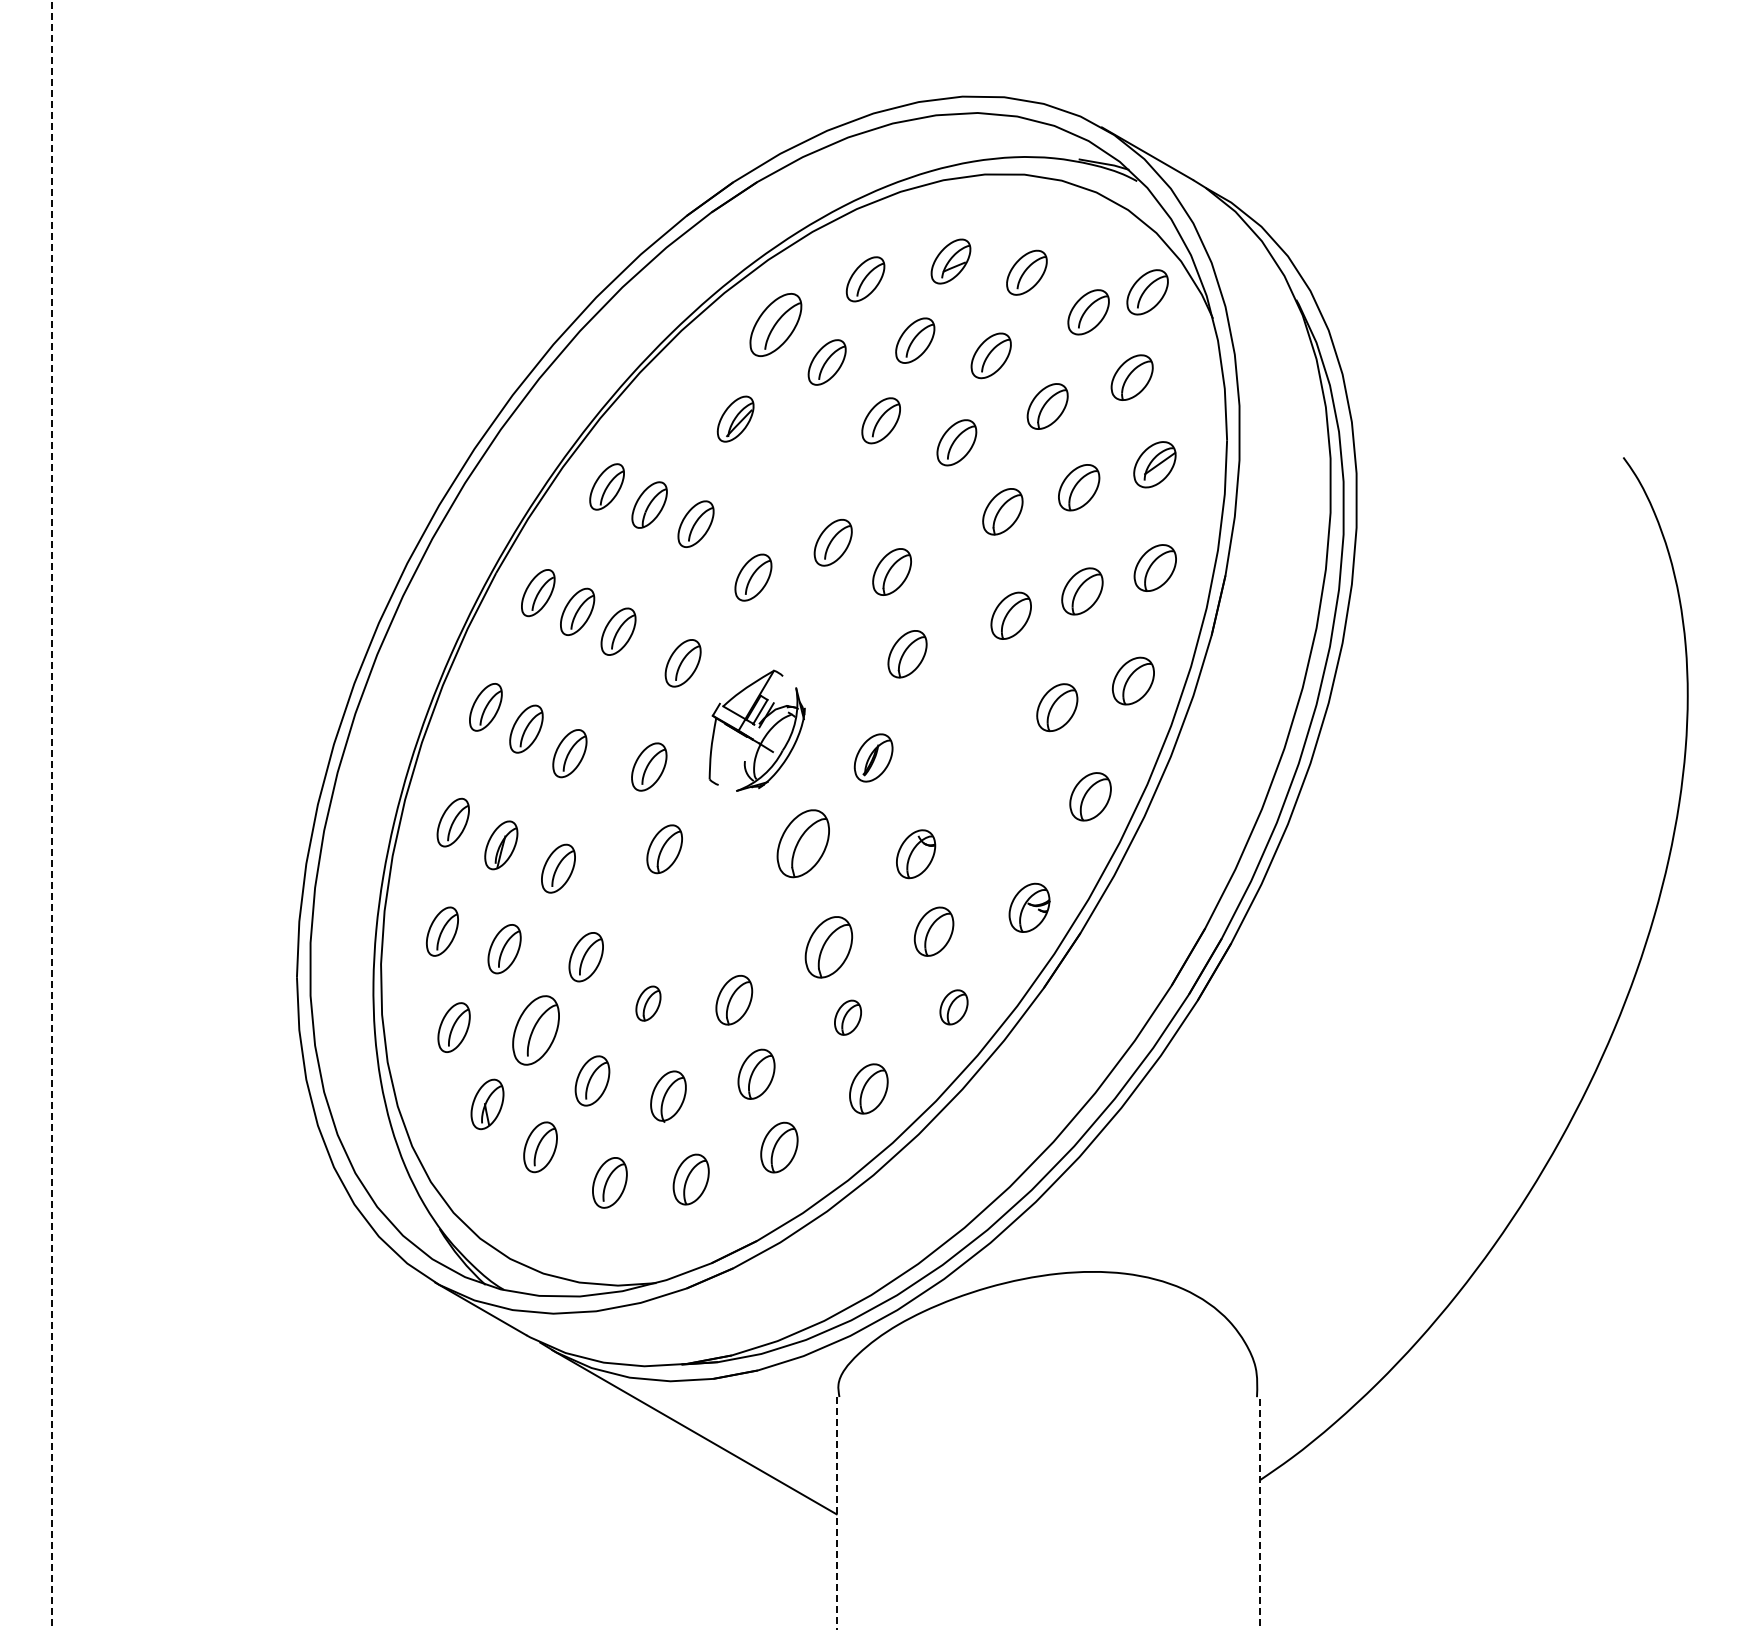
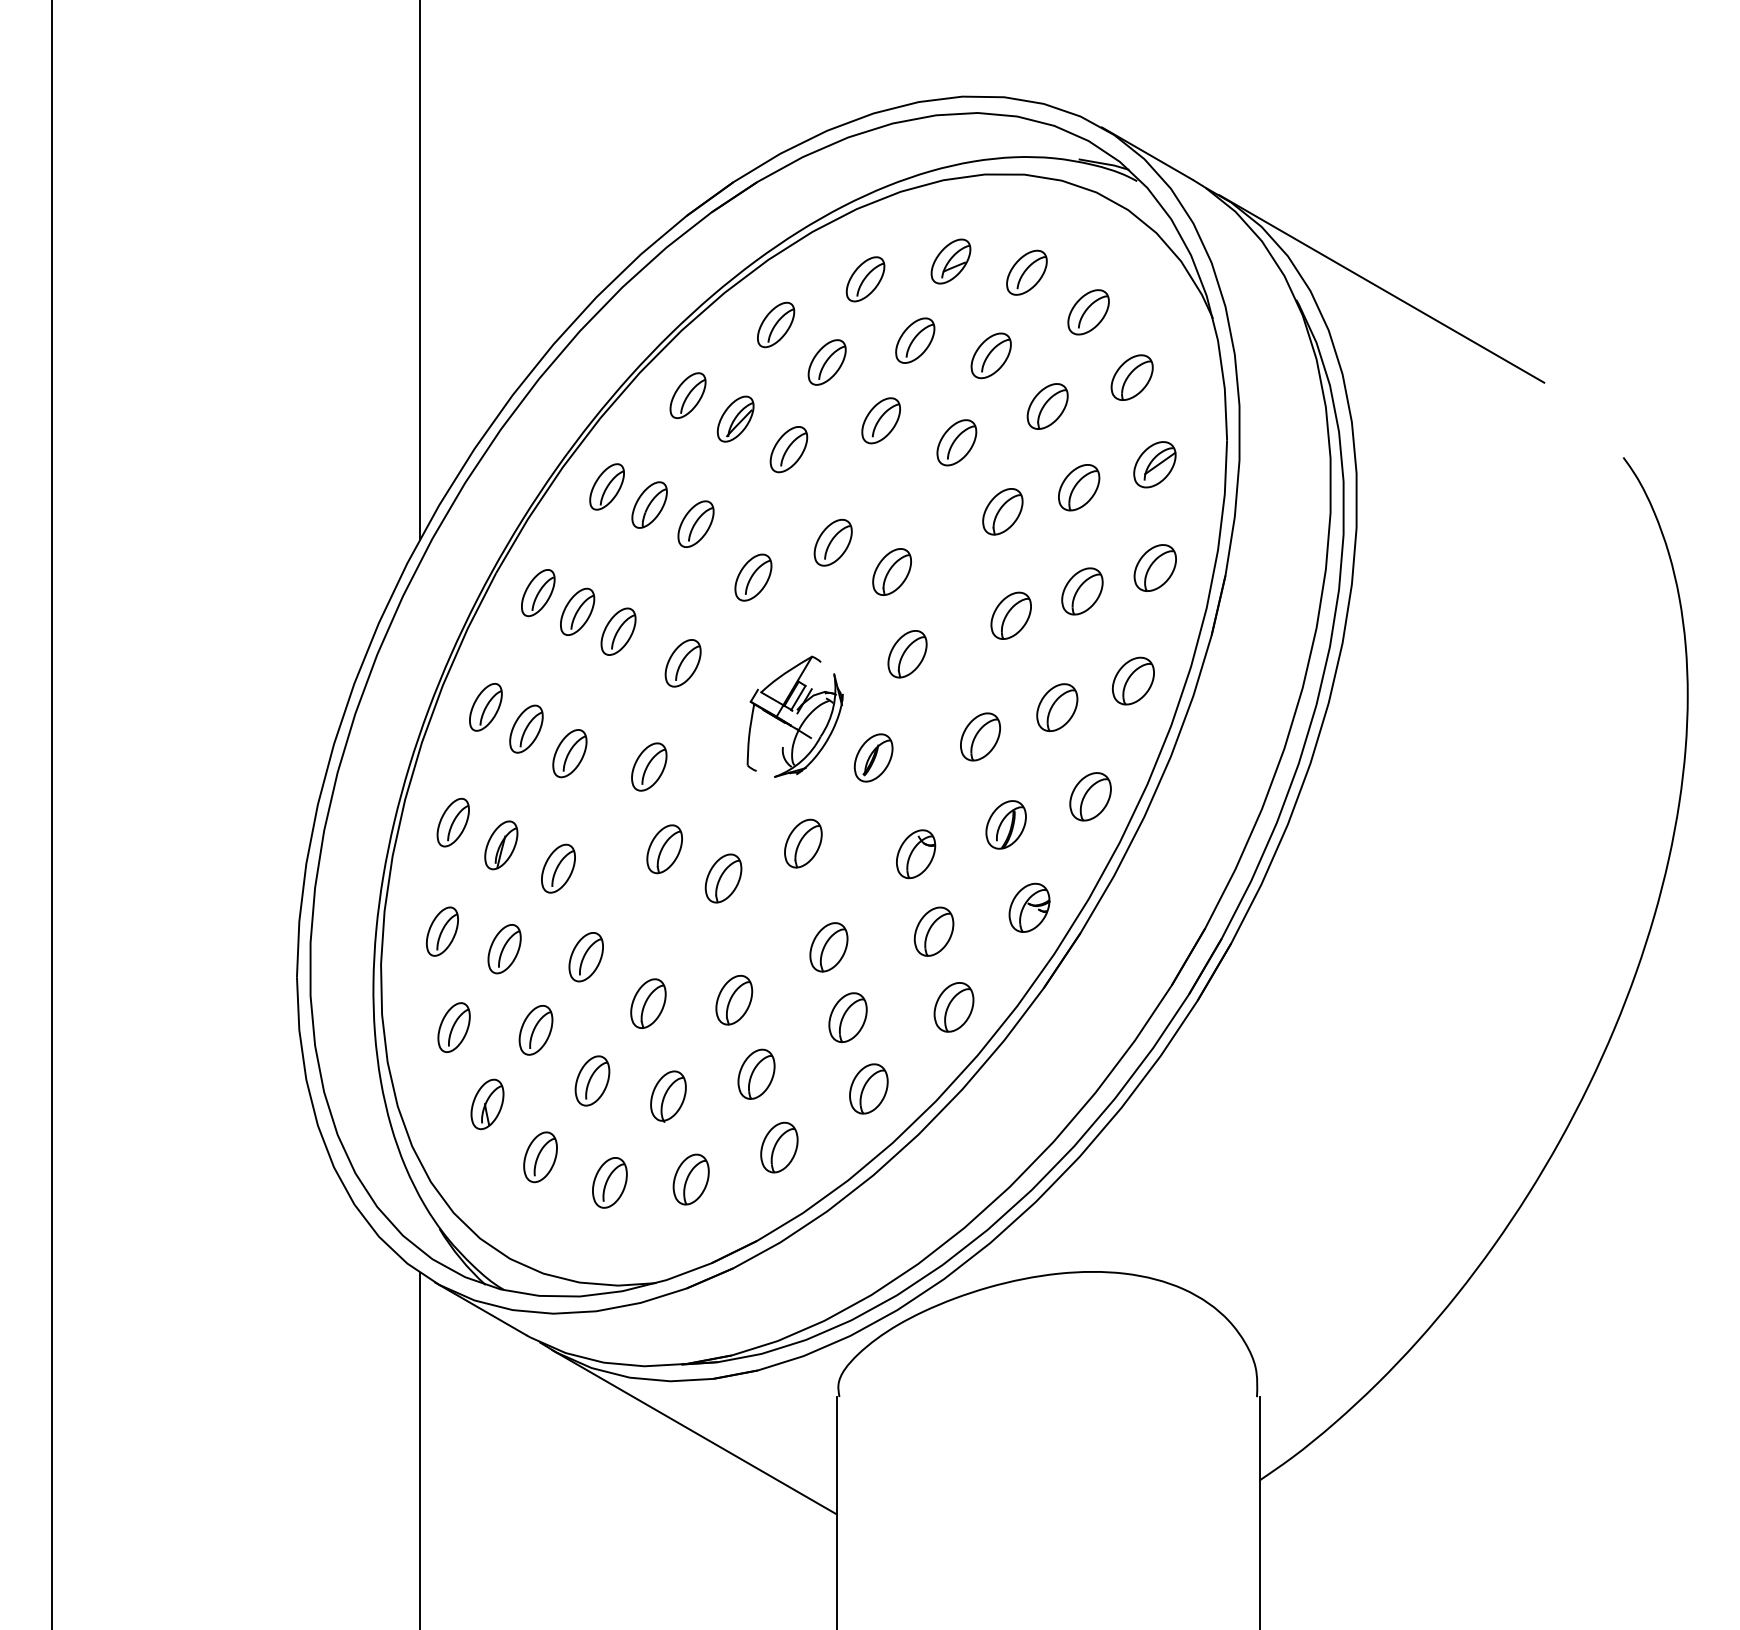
line at (420, 270): none -> present
line at (1381, 288): none -> present
part at (1147, 292): present -> none
part at (775, 324) size: 54x64 px -> 39x48 px
part at (687, 395): none -> present
part at (788, 449): none -> present
part at (756, 730) position: (756, 730) -> (794, 716)
part at (980, 736): none -> present
line at (52, 815): dashed -> solid
part at (1005, 824): none -> present
part at (802, 843) size: 54x70 px -> 39x51 px
part at (723, 878): none -> present
part at (828, 947) size: 50x63 px -> 40x51 px
part at (648, 1003) size: 27x37 px -> 37x51 px
part at (953, 1007) size: 30x37 px -> 42x51 px
part at (847, 1017) size: 28x37 px -> 40x52 px
part at (535, 1030) size: 48x71 px -> 36x52 px
part at (540, 1147) position: (540, 1147) -> (540, 1157)
line at (420, 1449): none -> present
line at (836, 1513): dashed -> solid
line at (1259, 1513): dashed -> solid
